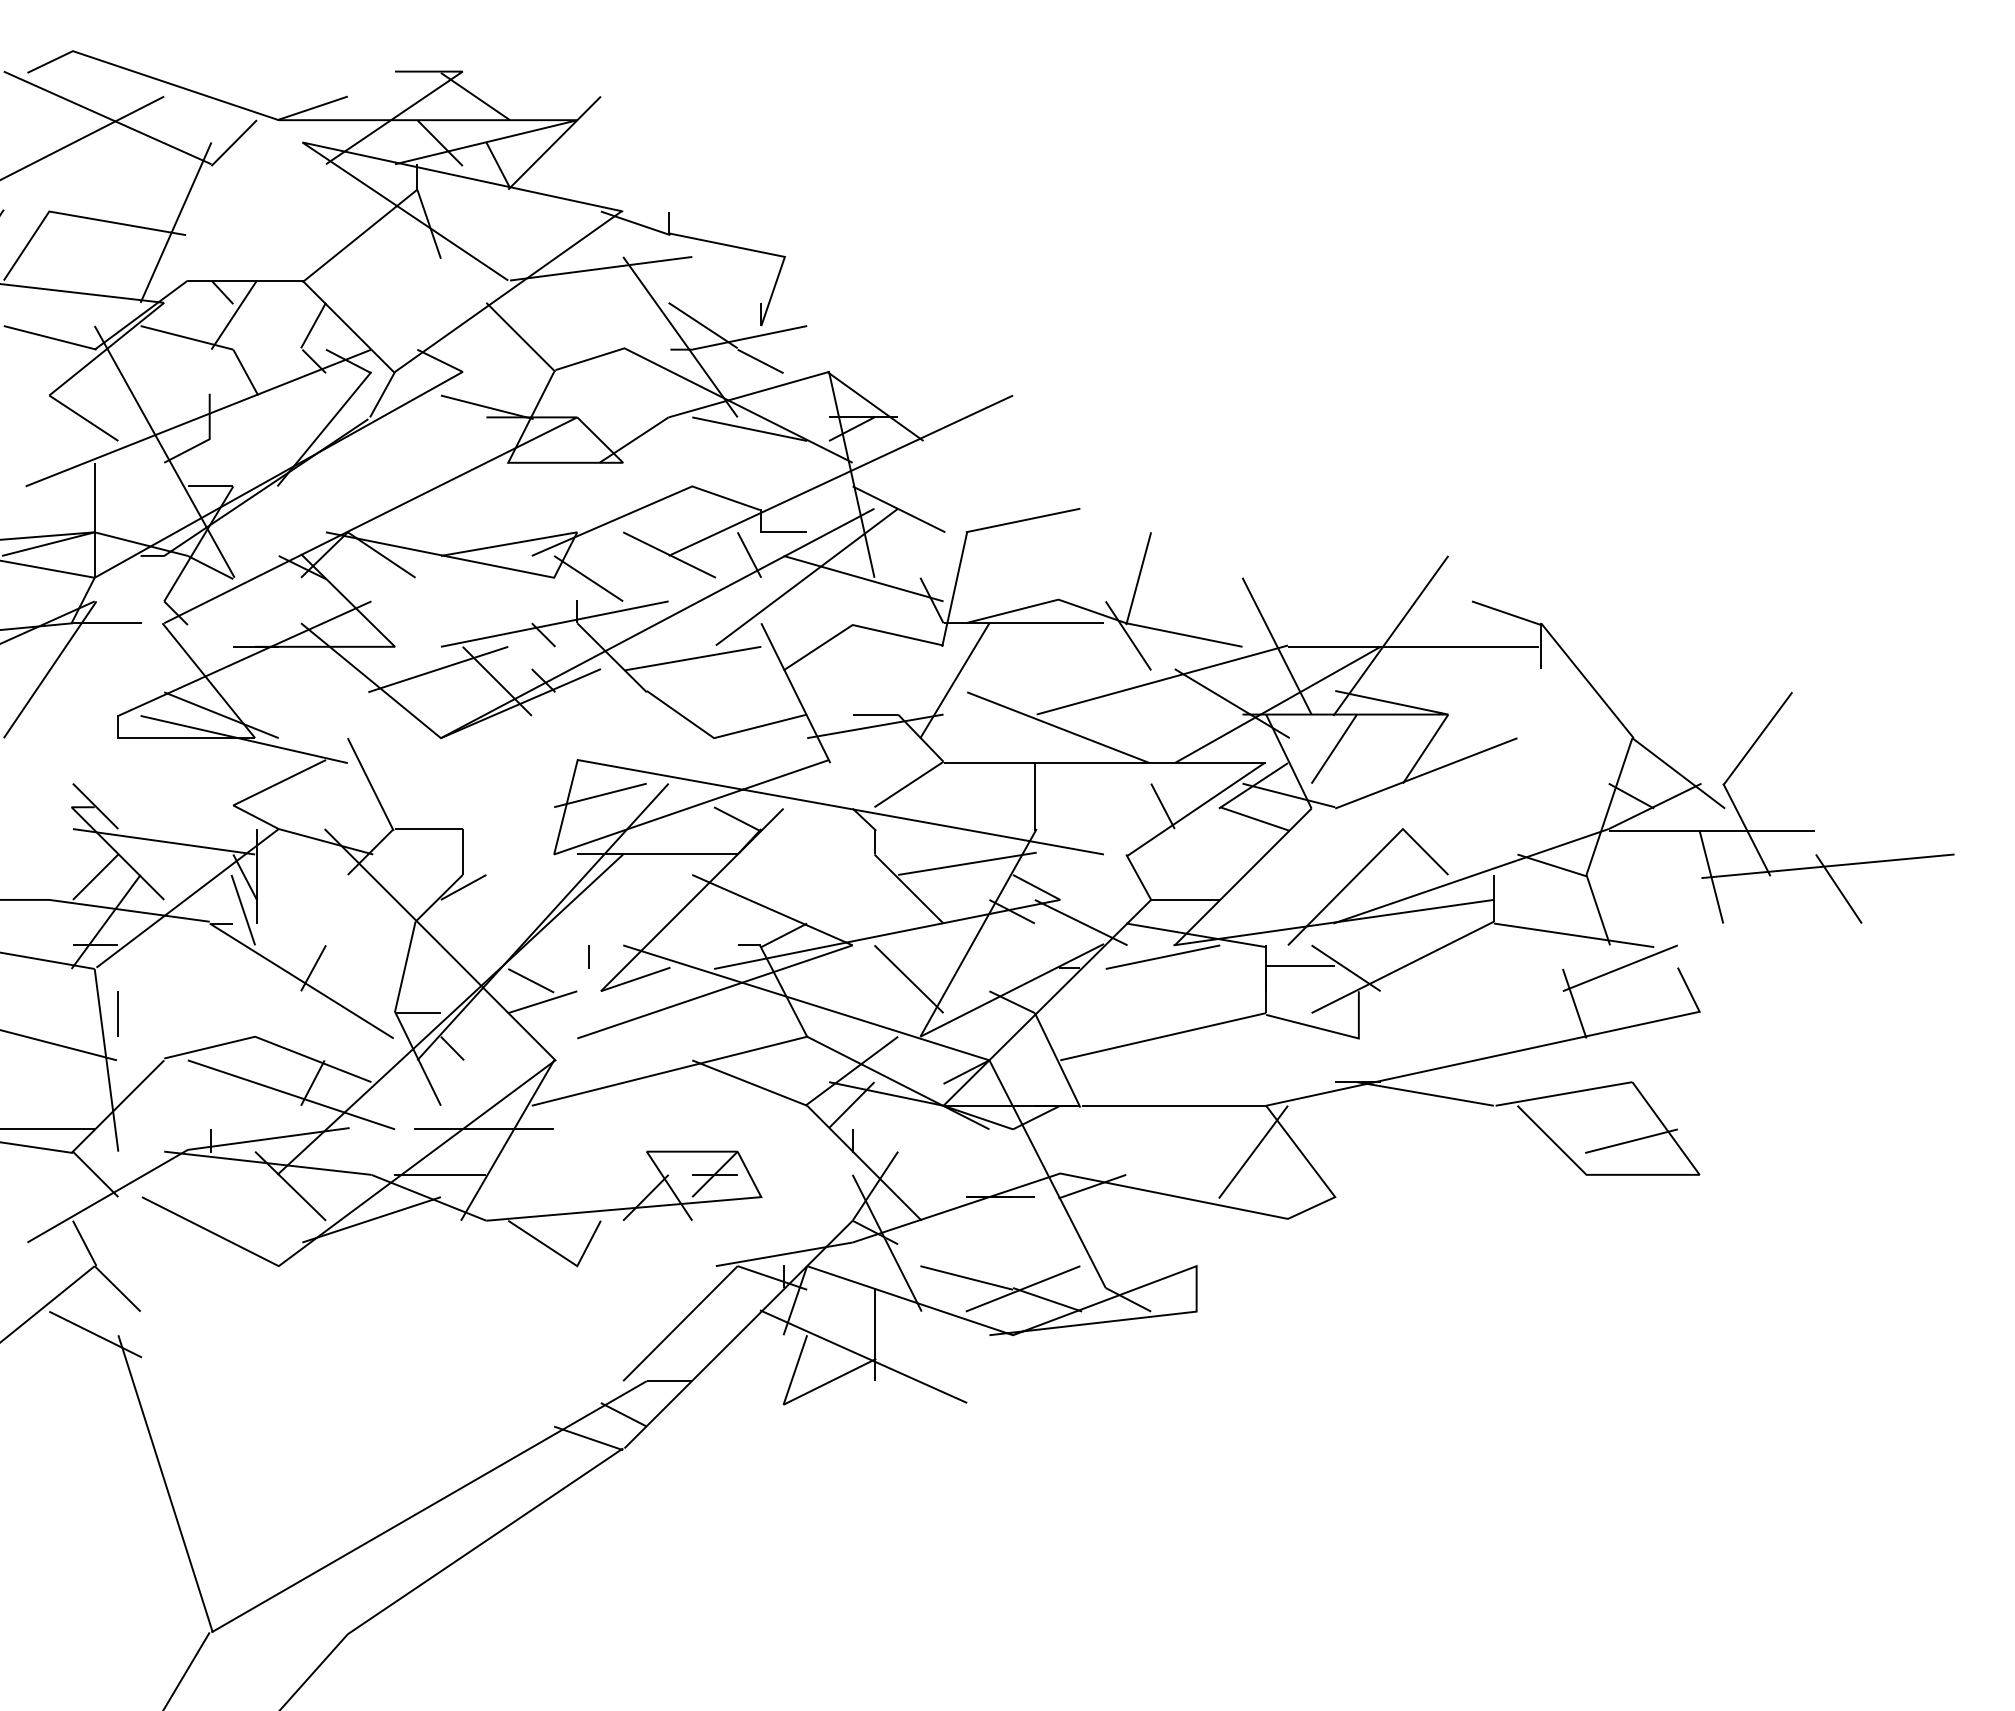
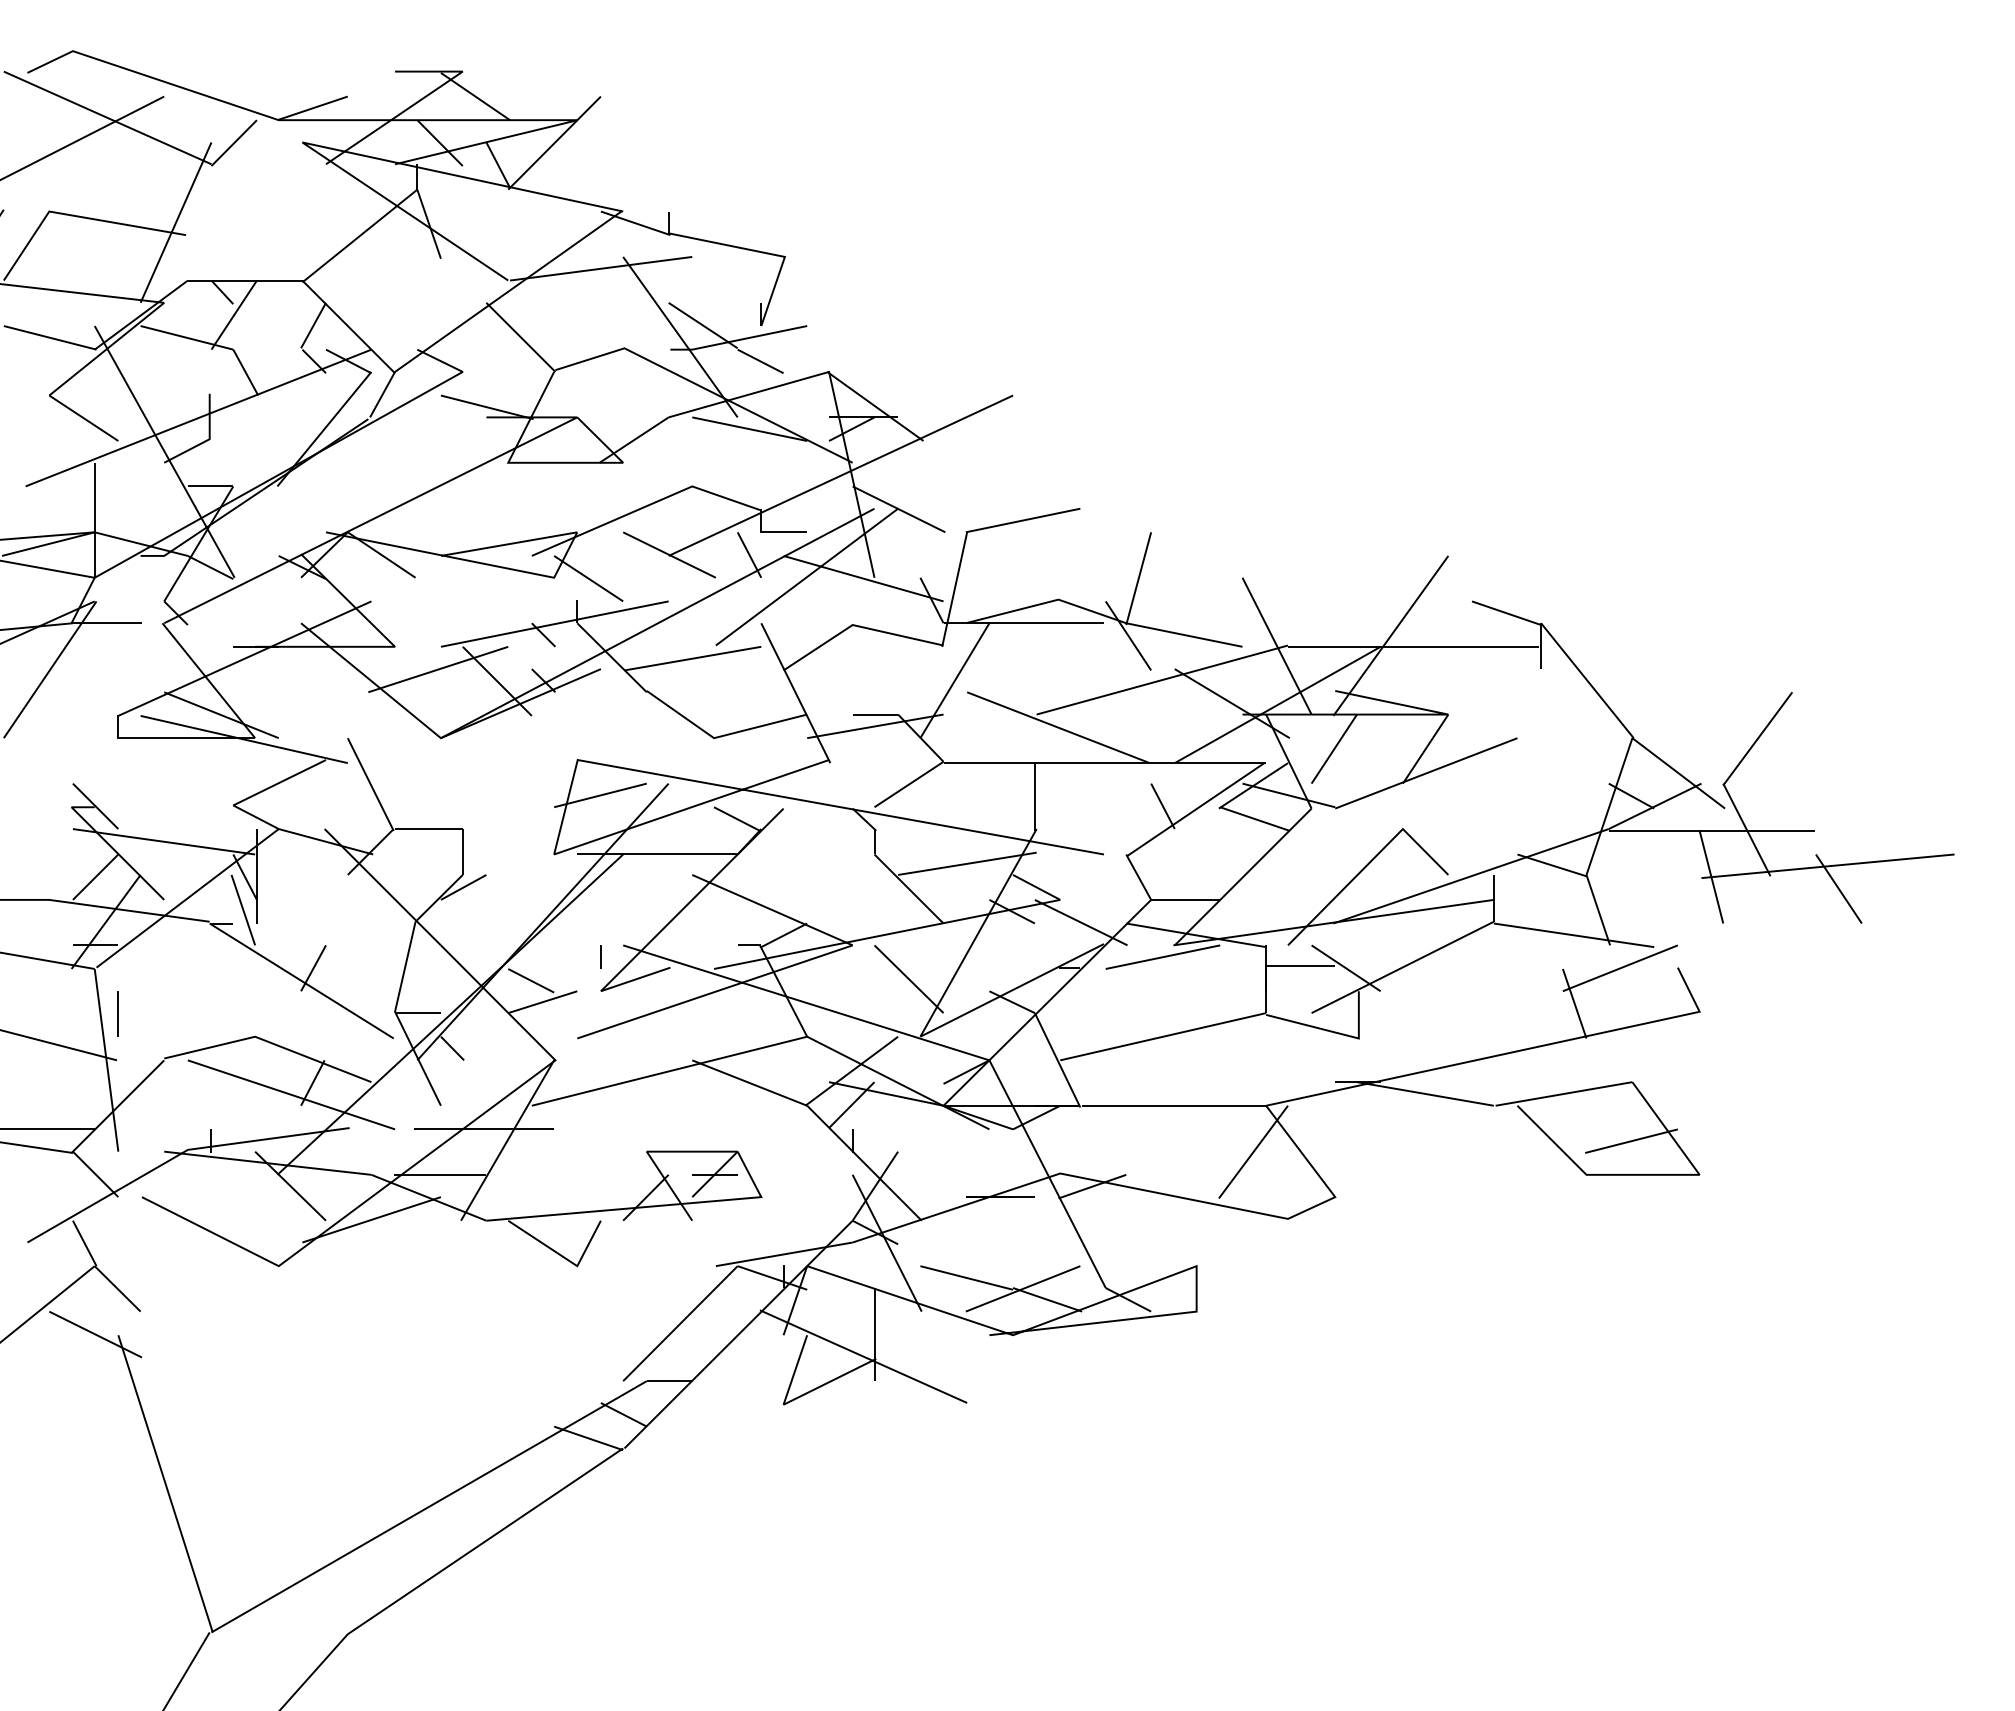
line at (588, 956) position: (588, 956) -> (600, 956)
